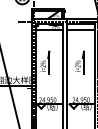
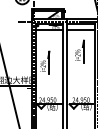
part at (79, 62) position: (79, 62) -> (79, 51)
